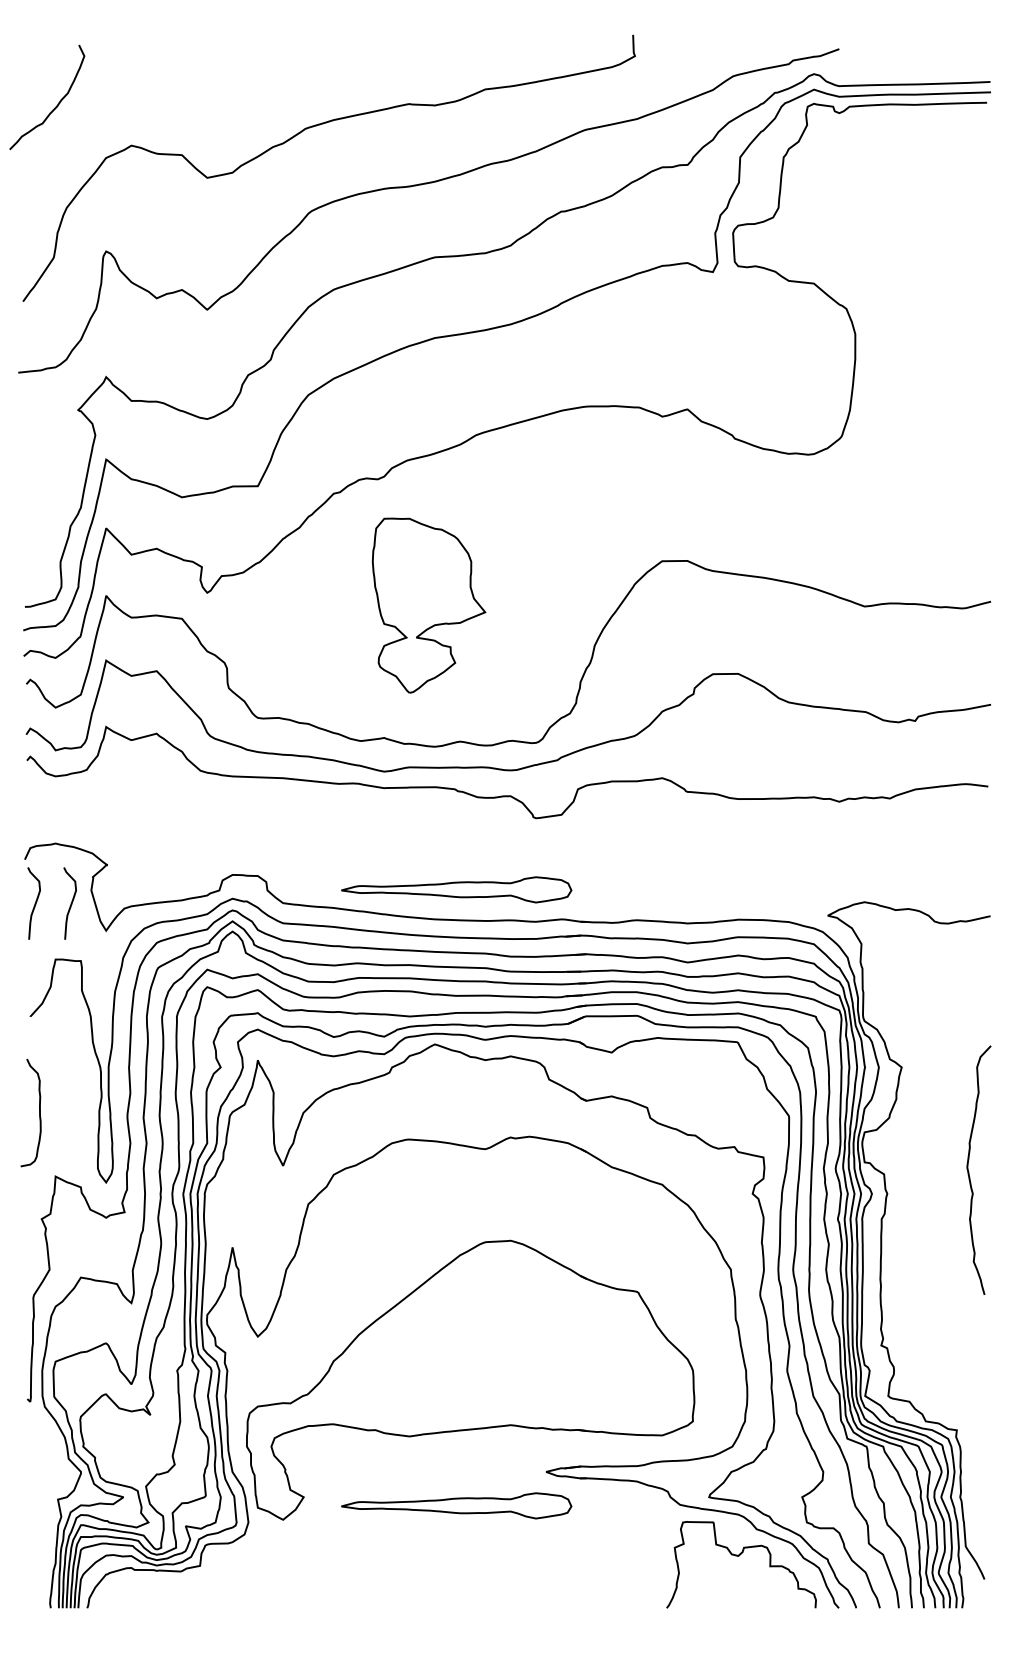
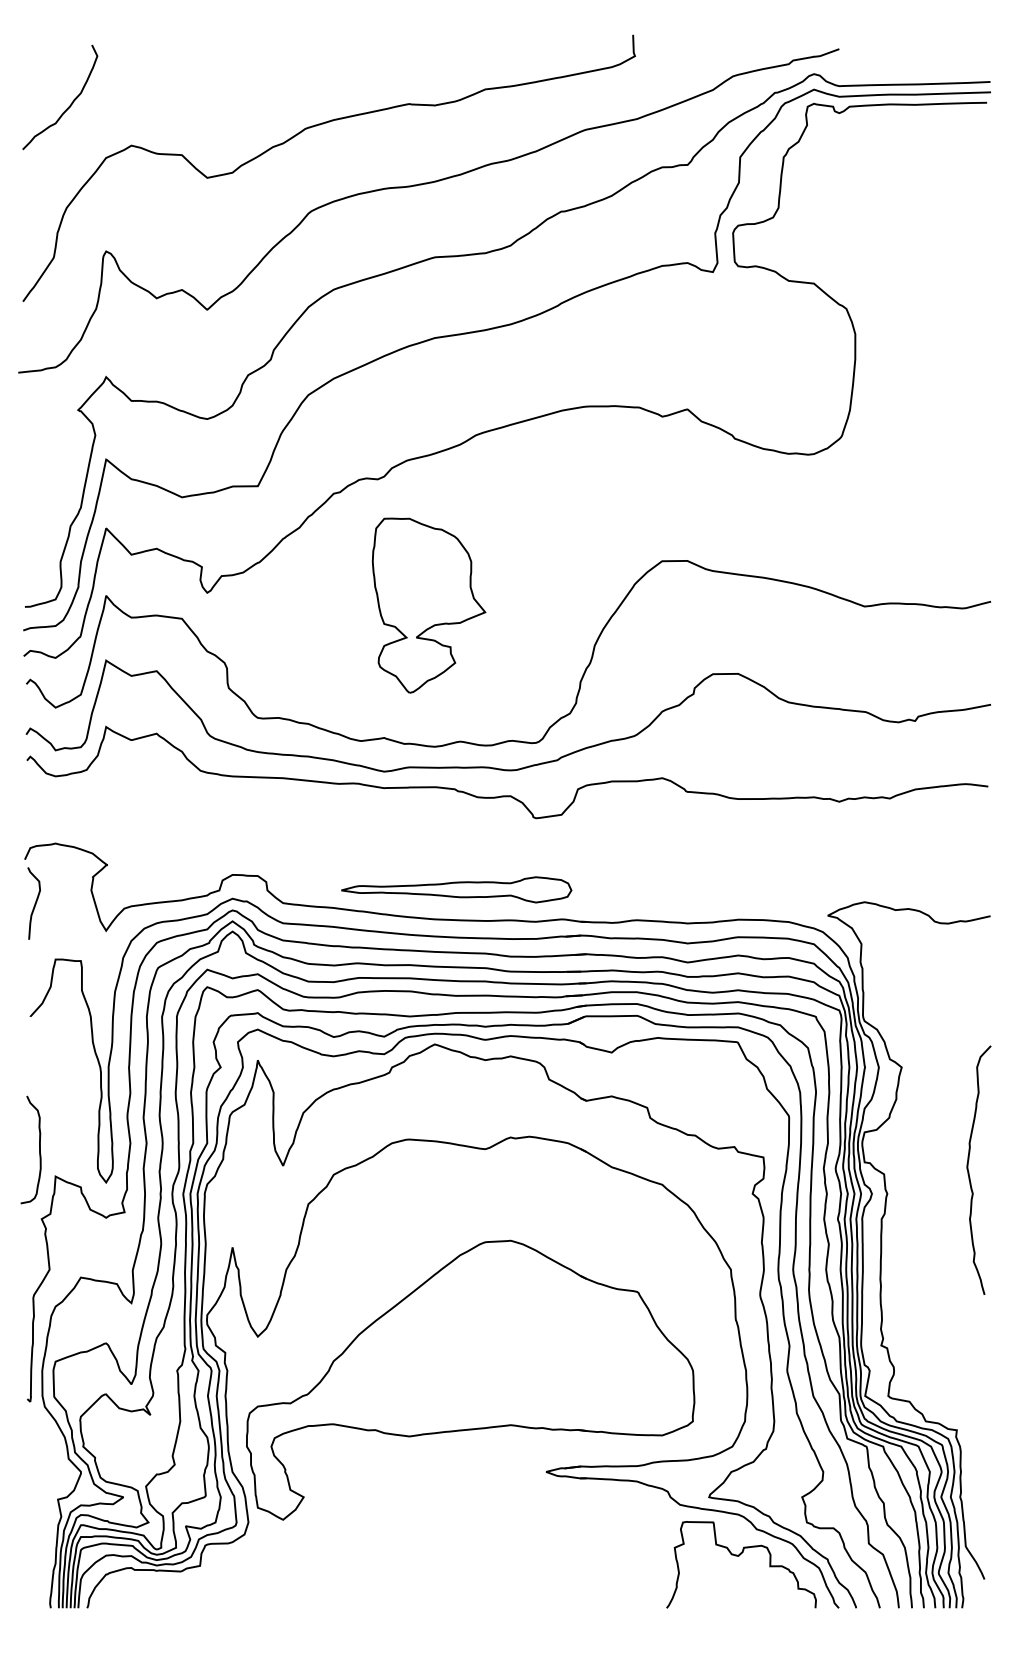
curve at (56, 105) position: (56, 105) -> (69, 105)
curve at (70, 903): present -> none
curve at (39, 1112) position: (39, 1112) -> (39, 1149)
part at (456, 1505): present -> none
